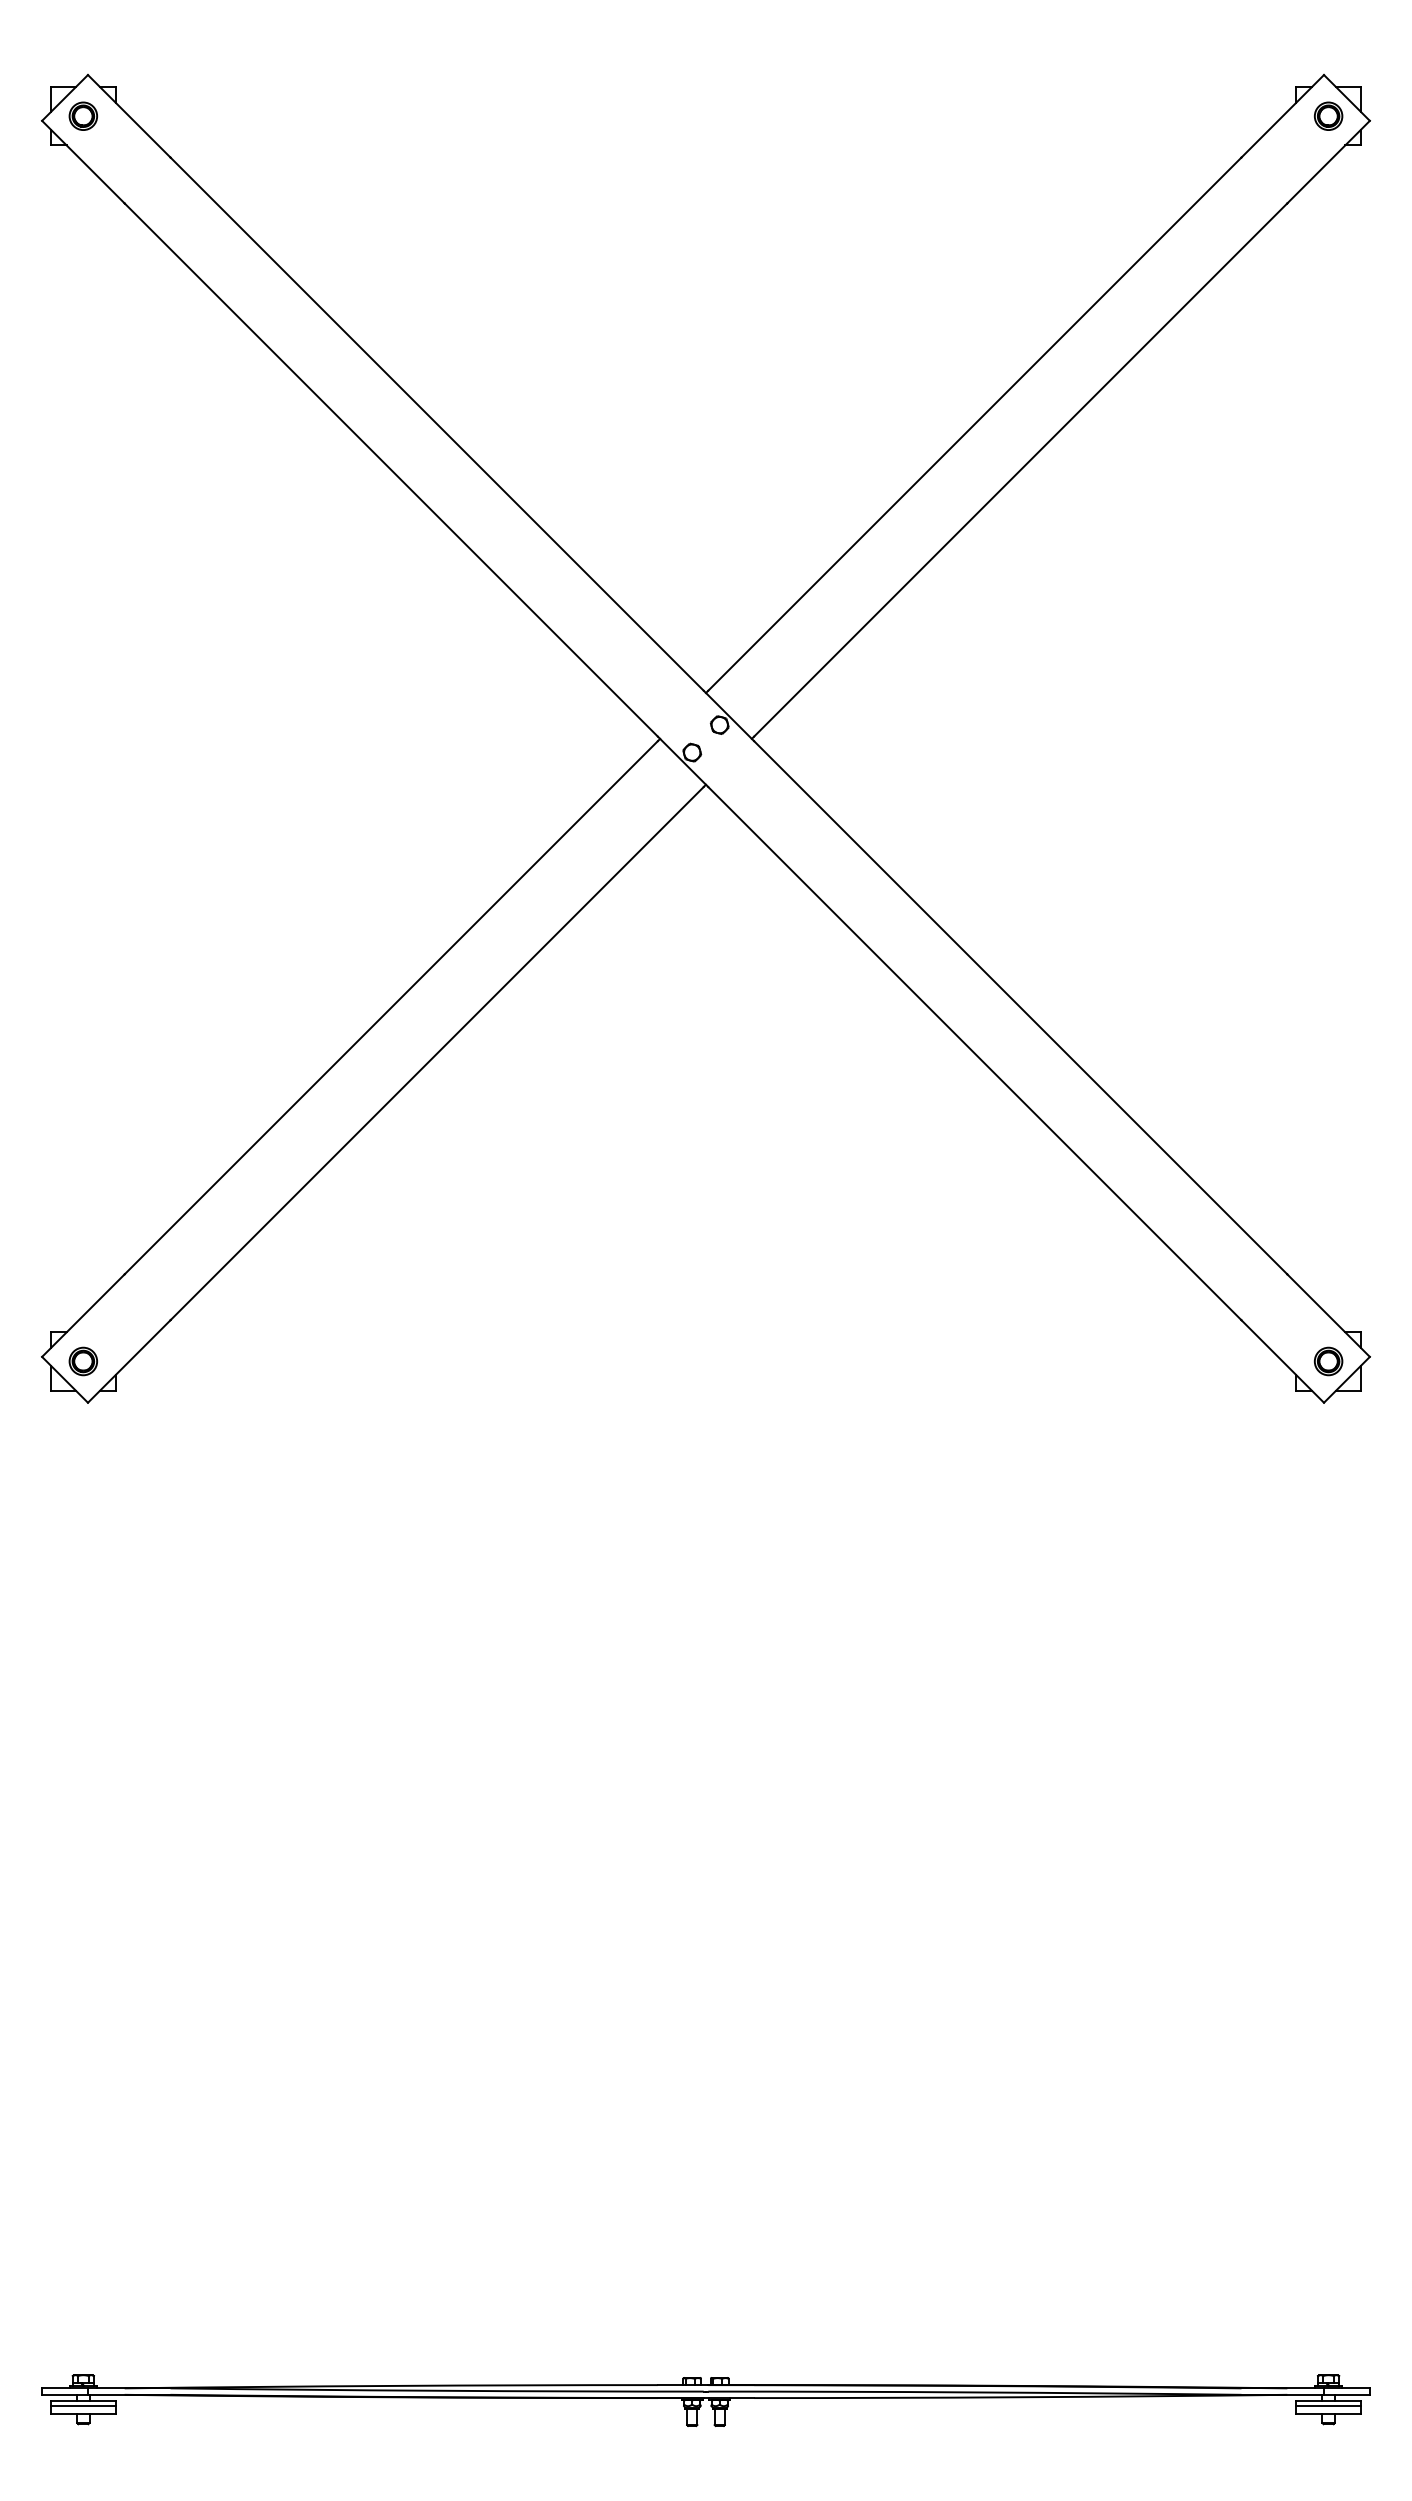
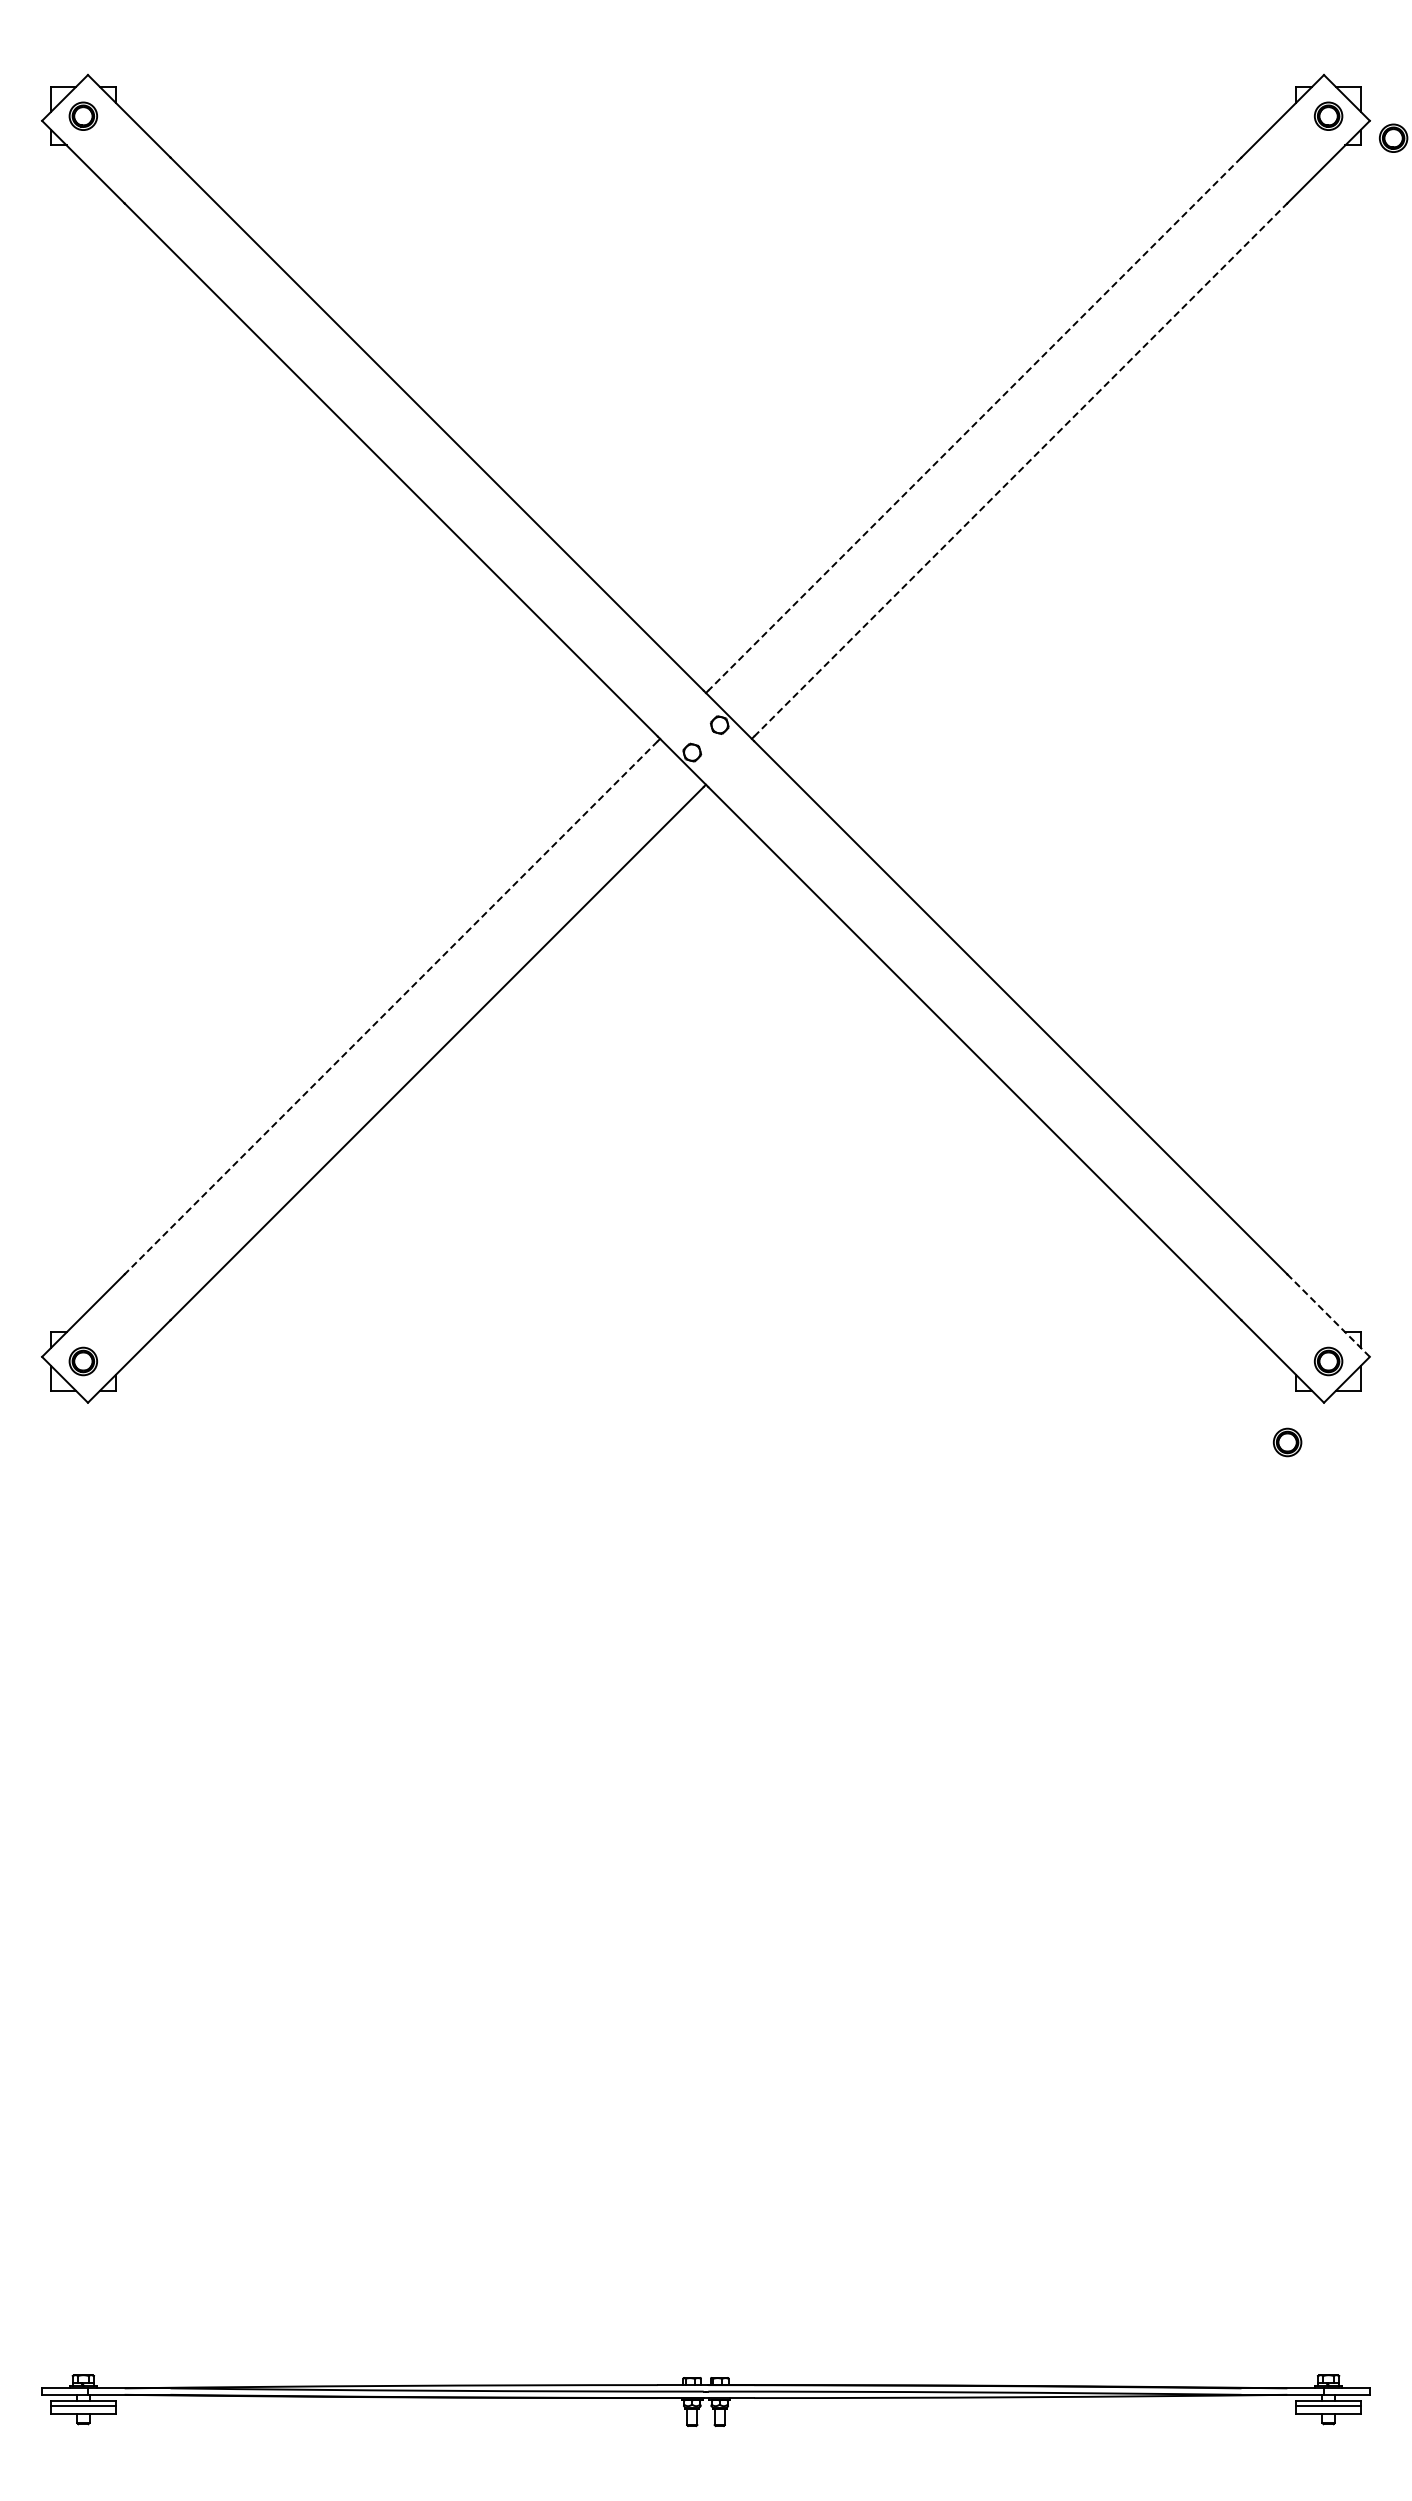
part at (1393, 137): none -> present
line at (974, 424): solid -> dashed
line at (1020, 470): solid -> dashed
line at (391, 1007): solid -> dashed
line at (1328, 1315): solid -> dashed
part at (1287, 1442): none -> present
